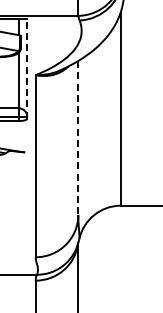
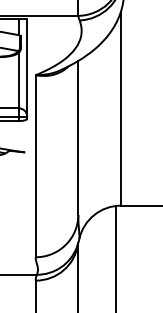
line at (27, 69): dashed -> solid
line at (78, 137): dashed -> solid
line at (115, 257): none -> present
